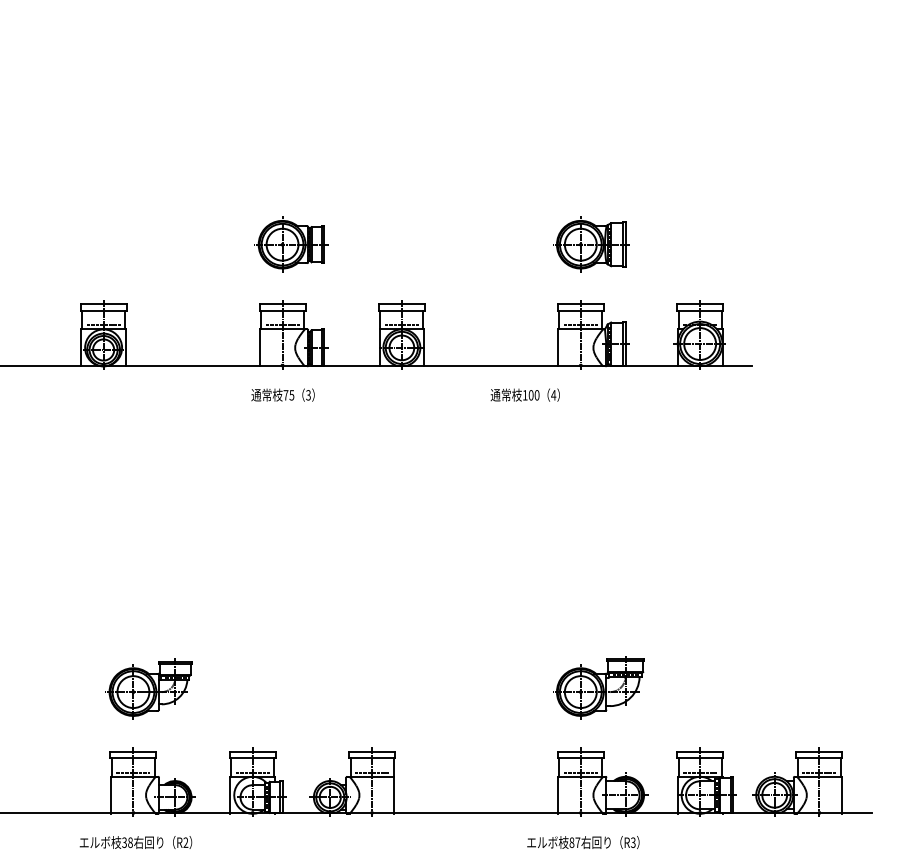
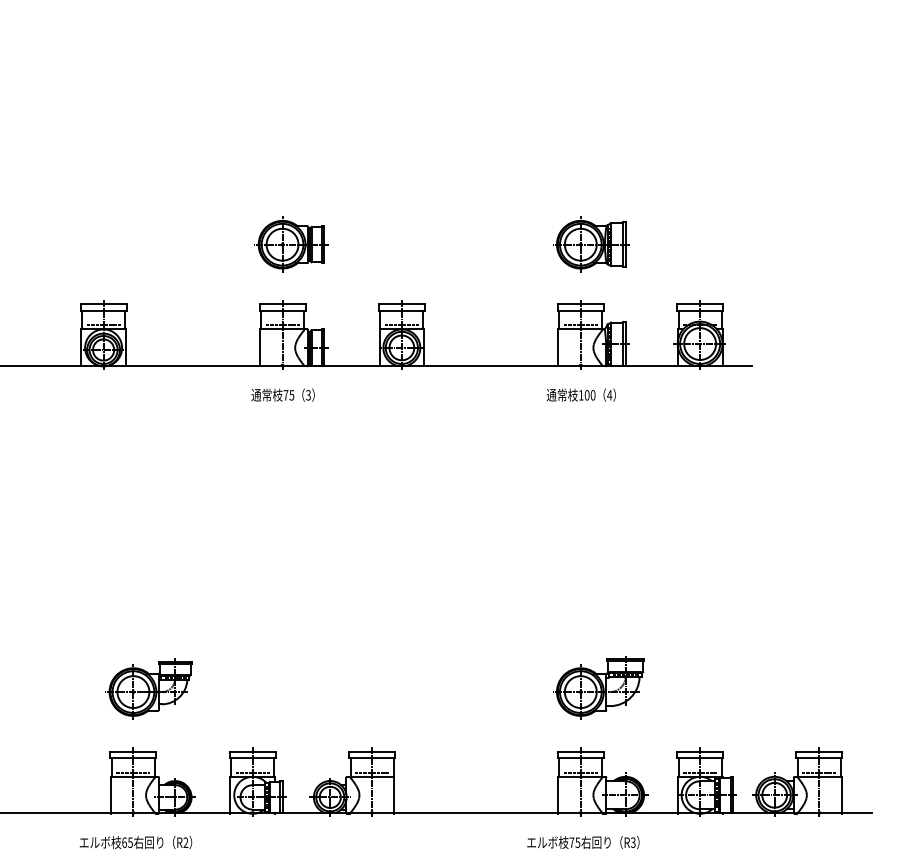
text at (524, 394) position: (524, 394) -> (580, 394)
text at (127, 842): 38 -> 65
text at (574, 842): 87 -> 75
